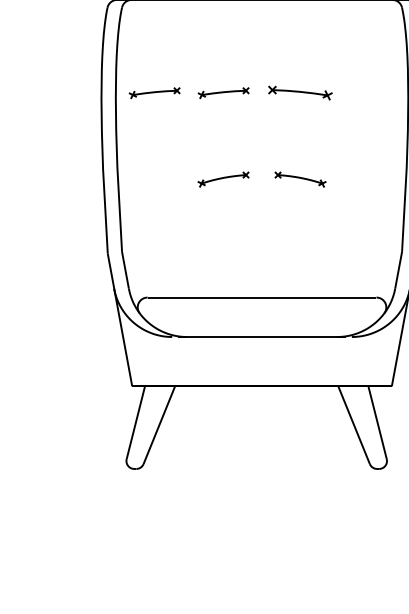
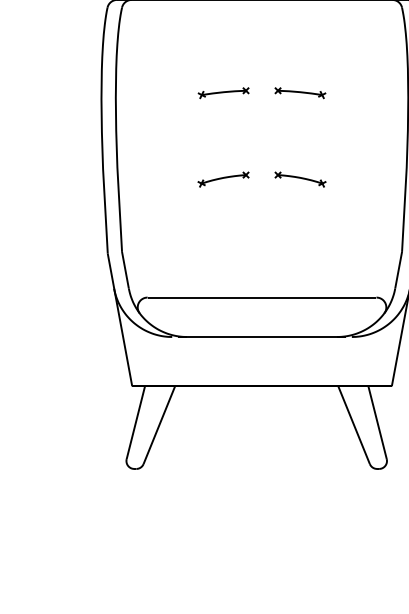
part at (300, 92) size: 65x16 px -> 53x13 px
part at (154, 93): present -> none
